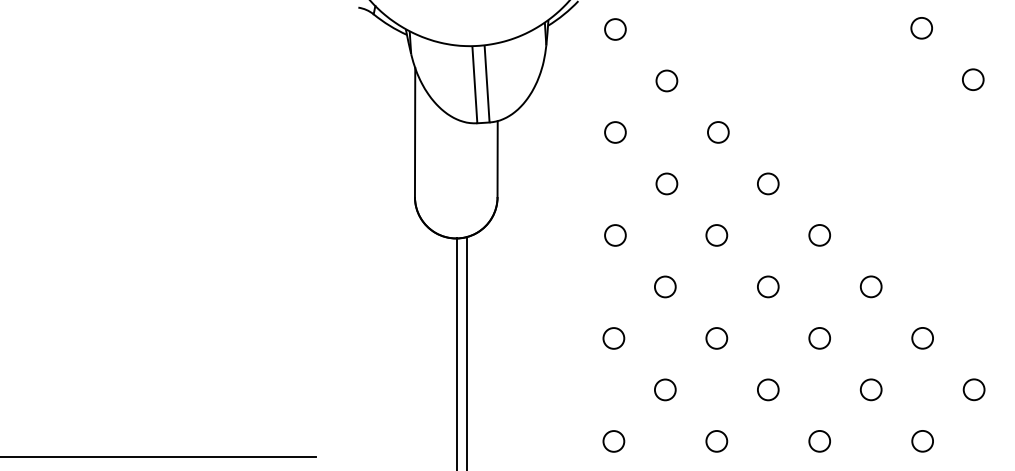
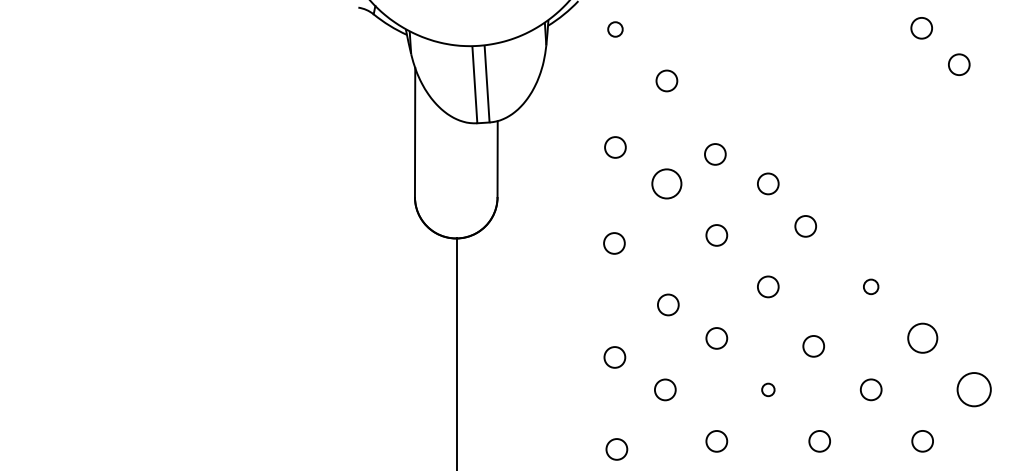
circle at (615, 29) size: 23x23 px -> 17x17 px
circle at (973, 79) position: (973, 79) -> (959, 64)
circle at (615, 132) position: (615, 132) -> (615, 147)
circle at (718, 132) position: (718, 132) -> (715, 154)
circle at (666, 183) size: 24x24 px -> 32x32 px
circle at (615, 235) position: (615, 235) -> (614, 243)
circle at (819, 235) position: (819, 235) -> (805, 226)
circle at (665, 286) position: (665, 286) -> (668, 304)
circle at (870, 286) size: 24x24 px -> 17x18 px
circle at (613, 338) position: (613, 338) -> (614, 357)
circle at (819, 338) position: (819, 338) -> (813, 346)
circle at (922, 338) size: 23x23 px -> 32x32 px
line at (466, 352): present -> none
circle at (768, 389) size: 23x24 px -> 15x16 px
circle at (973, 389) size: 24x24 px -> 36x36 px
circle at (613, 441) position: (613, 441) -> (616, 449)
line at (158, 456): present -> none
